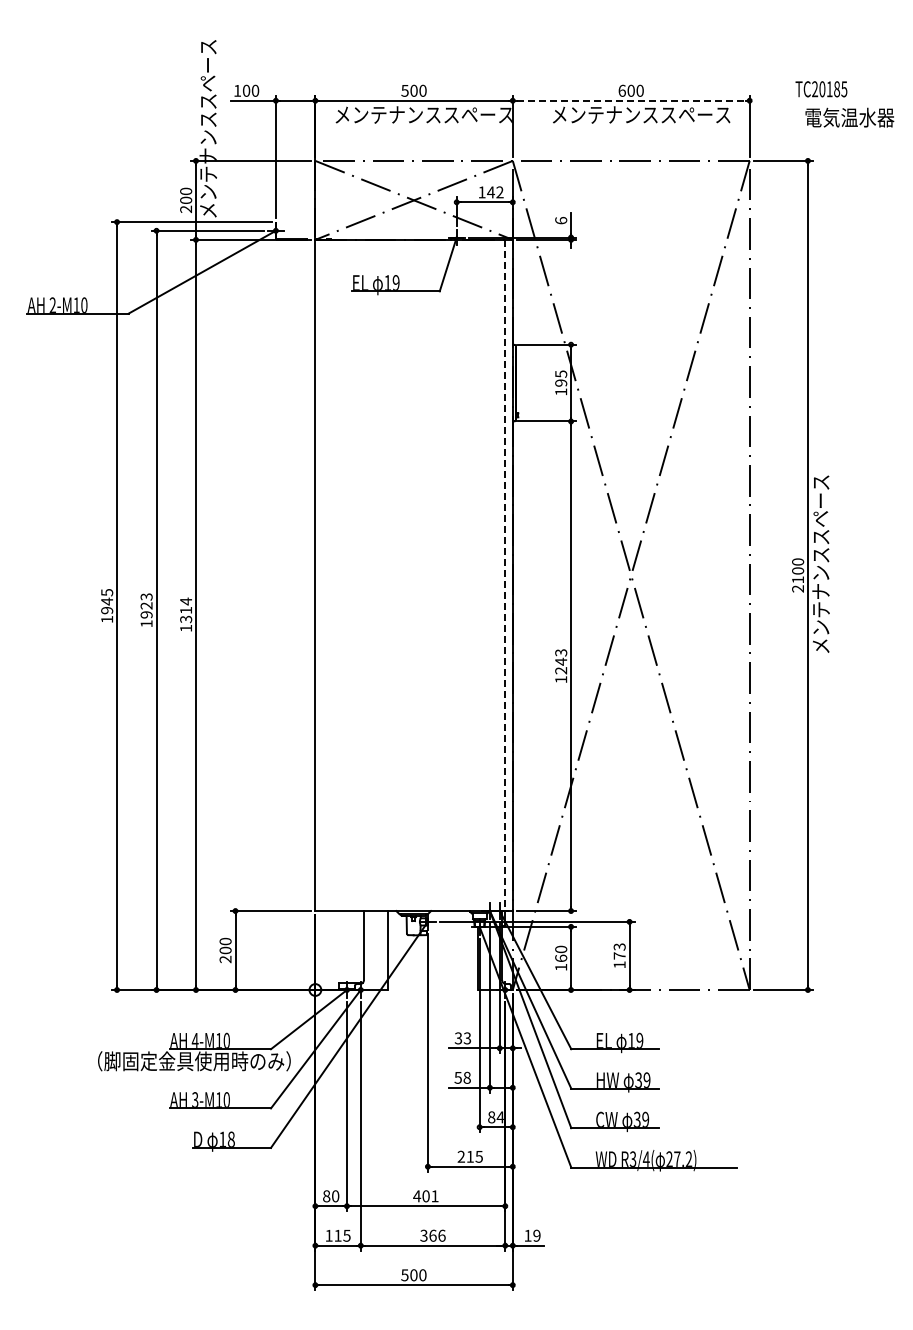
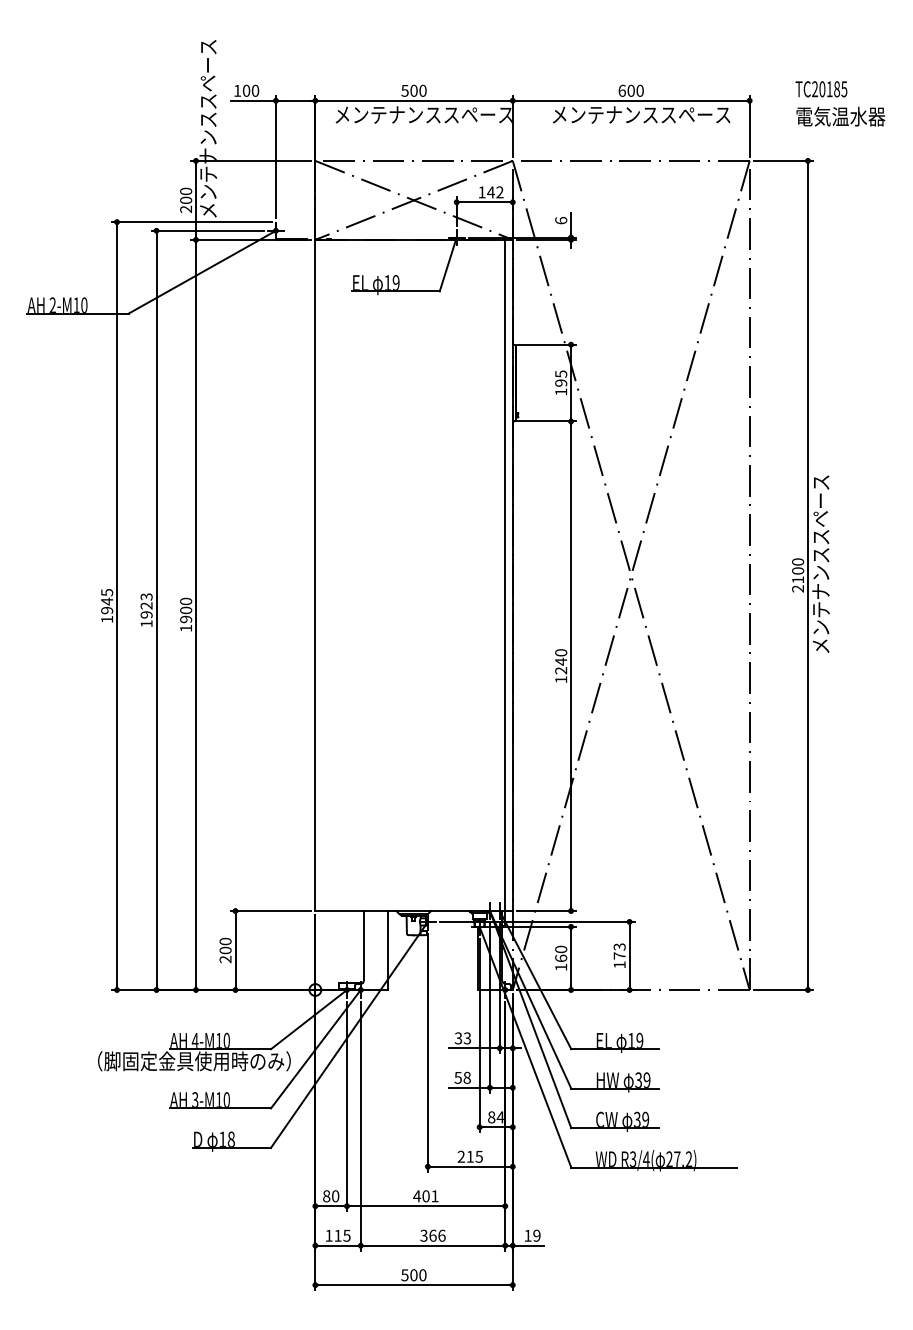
line at (631, 100): dashed -> solid
text at (849, 117) position: (849, 117) -> (840, 116)
line at (504, 575): dashed -> solid
text at (186, 610): 1314 -> 1900
text at (561, 652): 1243 -> 1240
